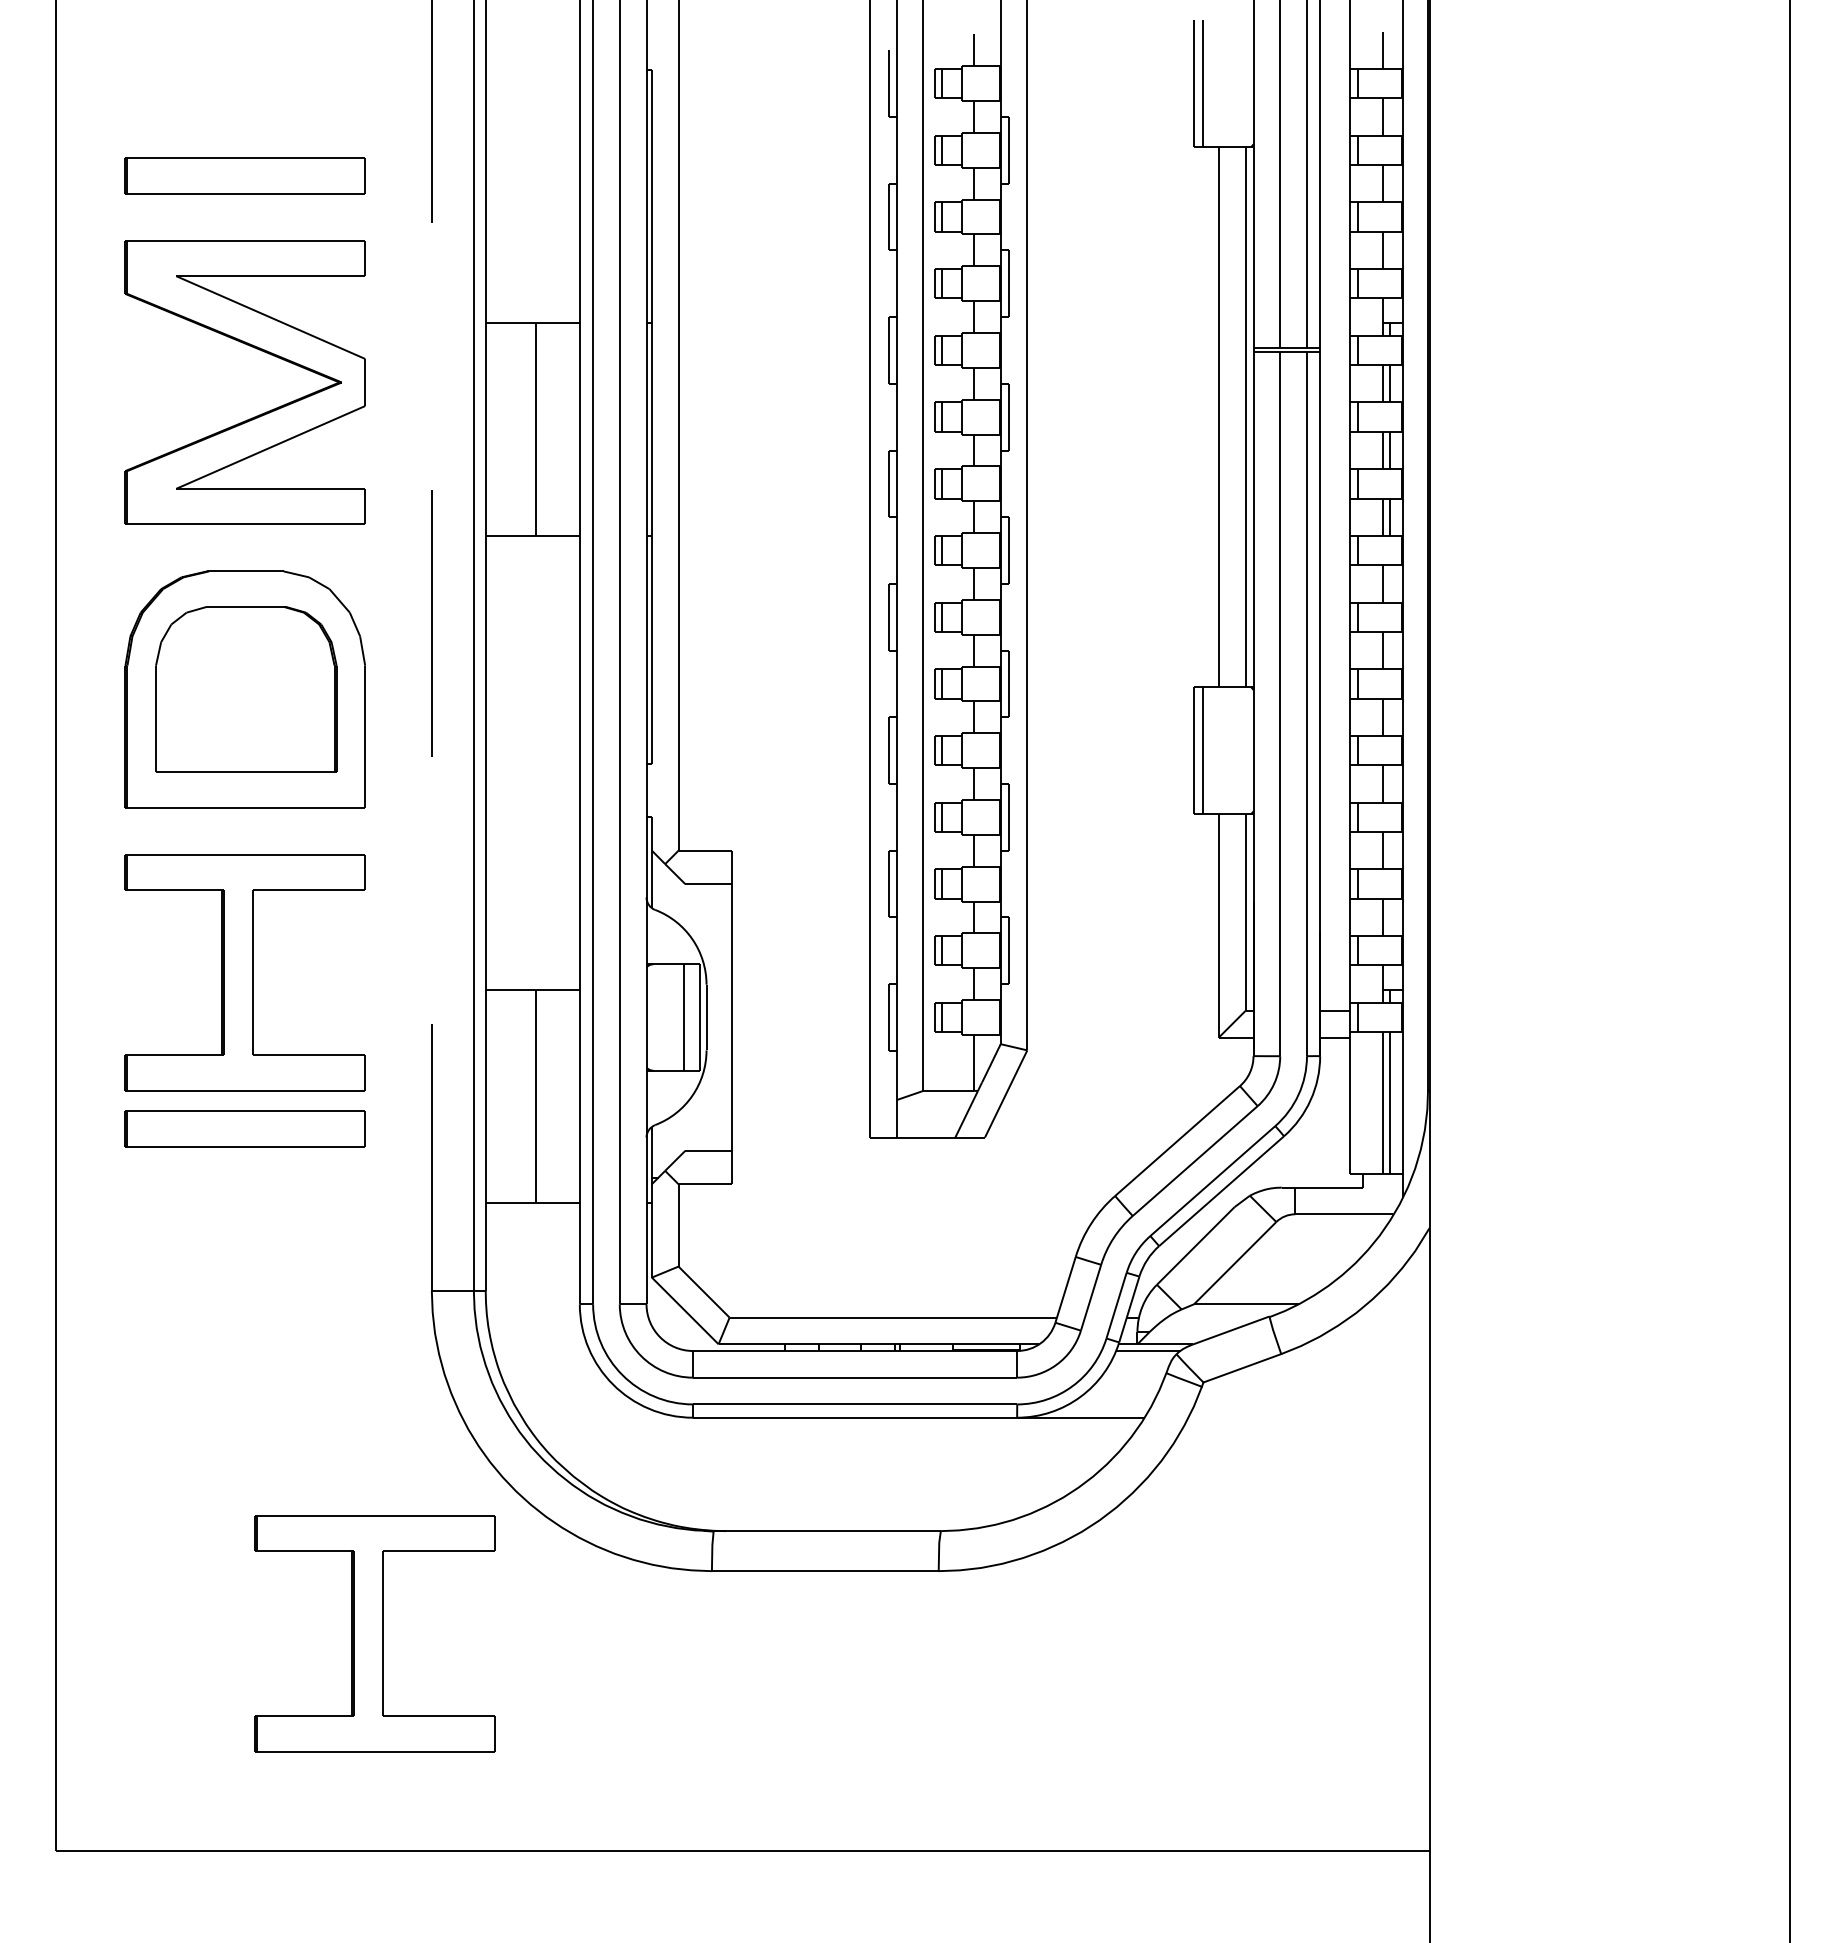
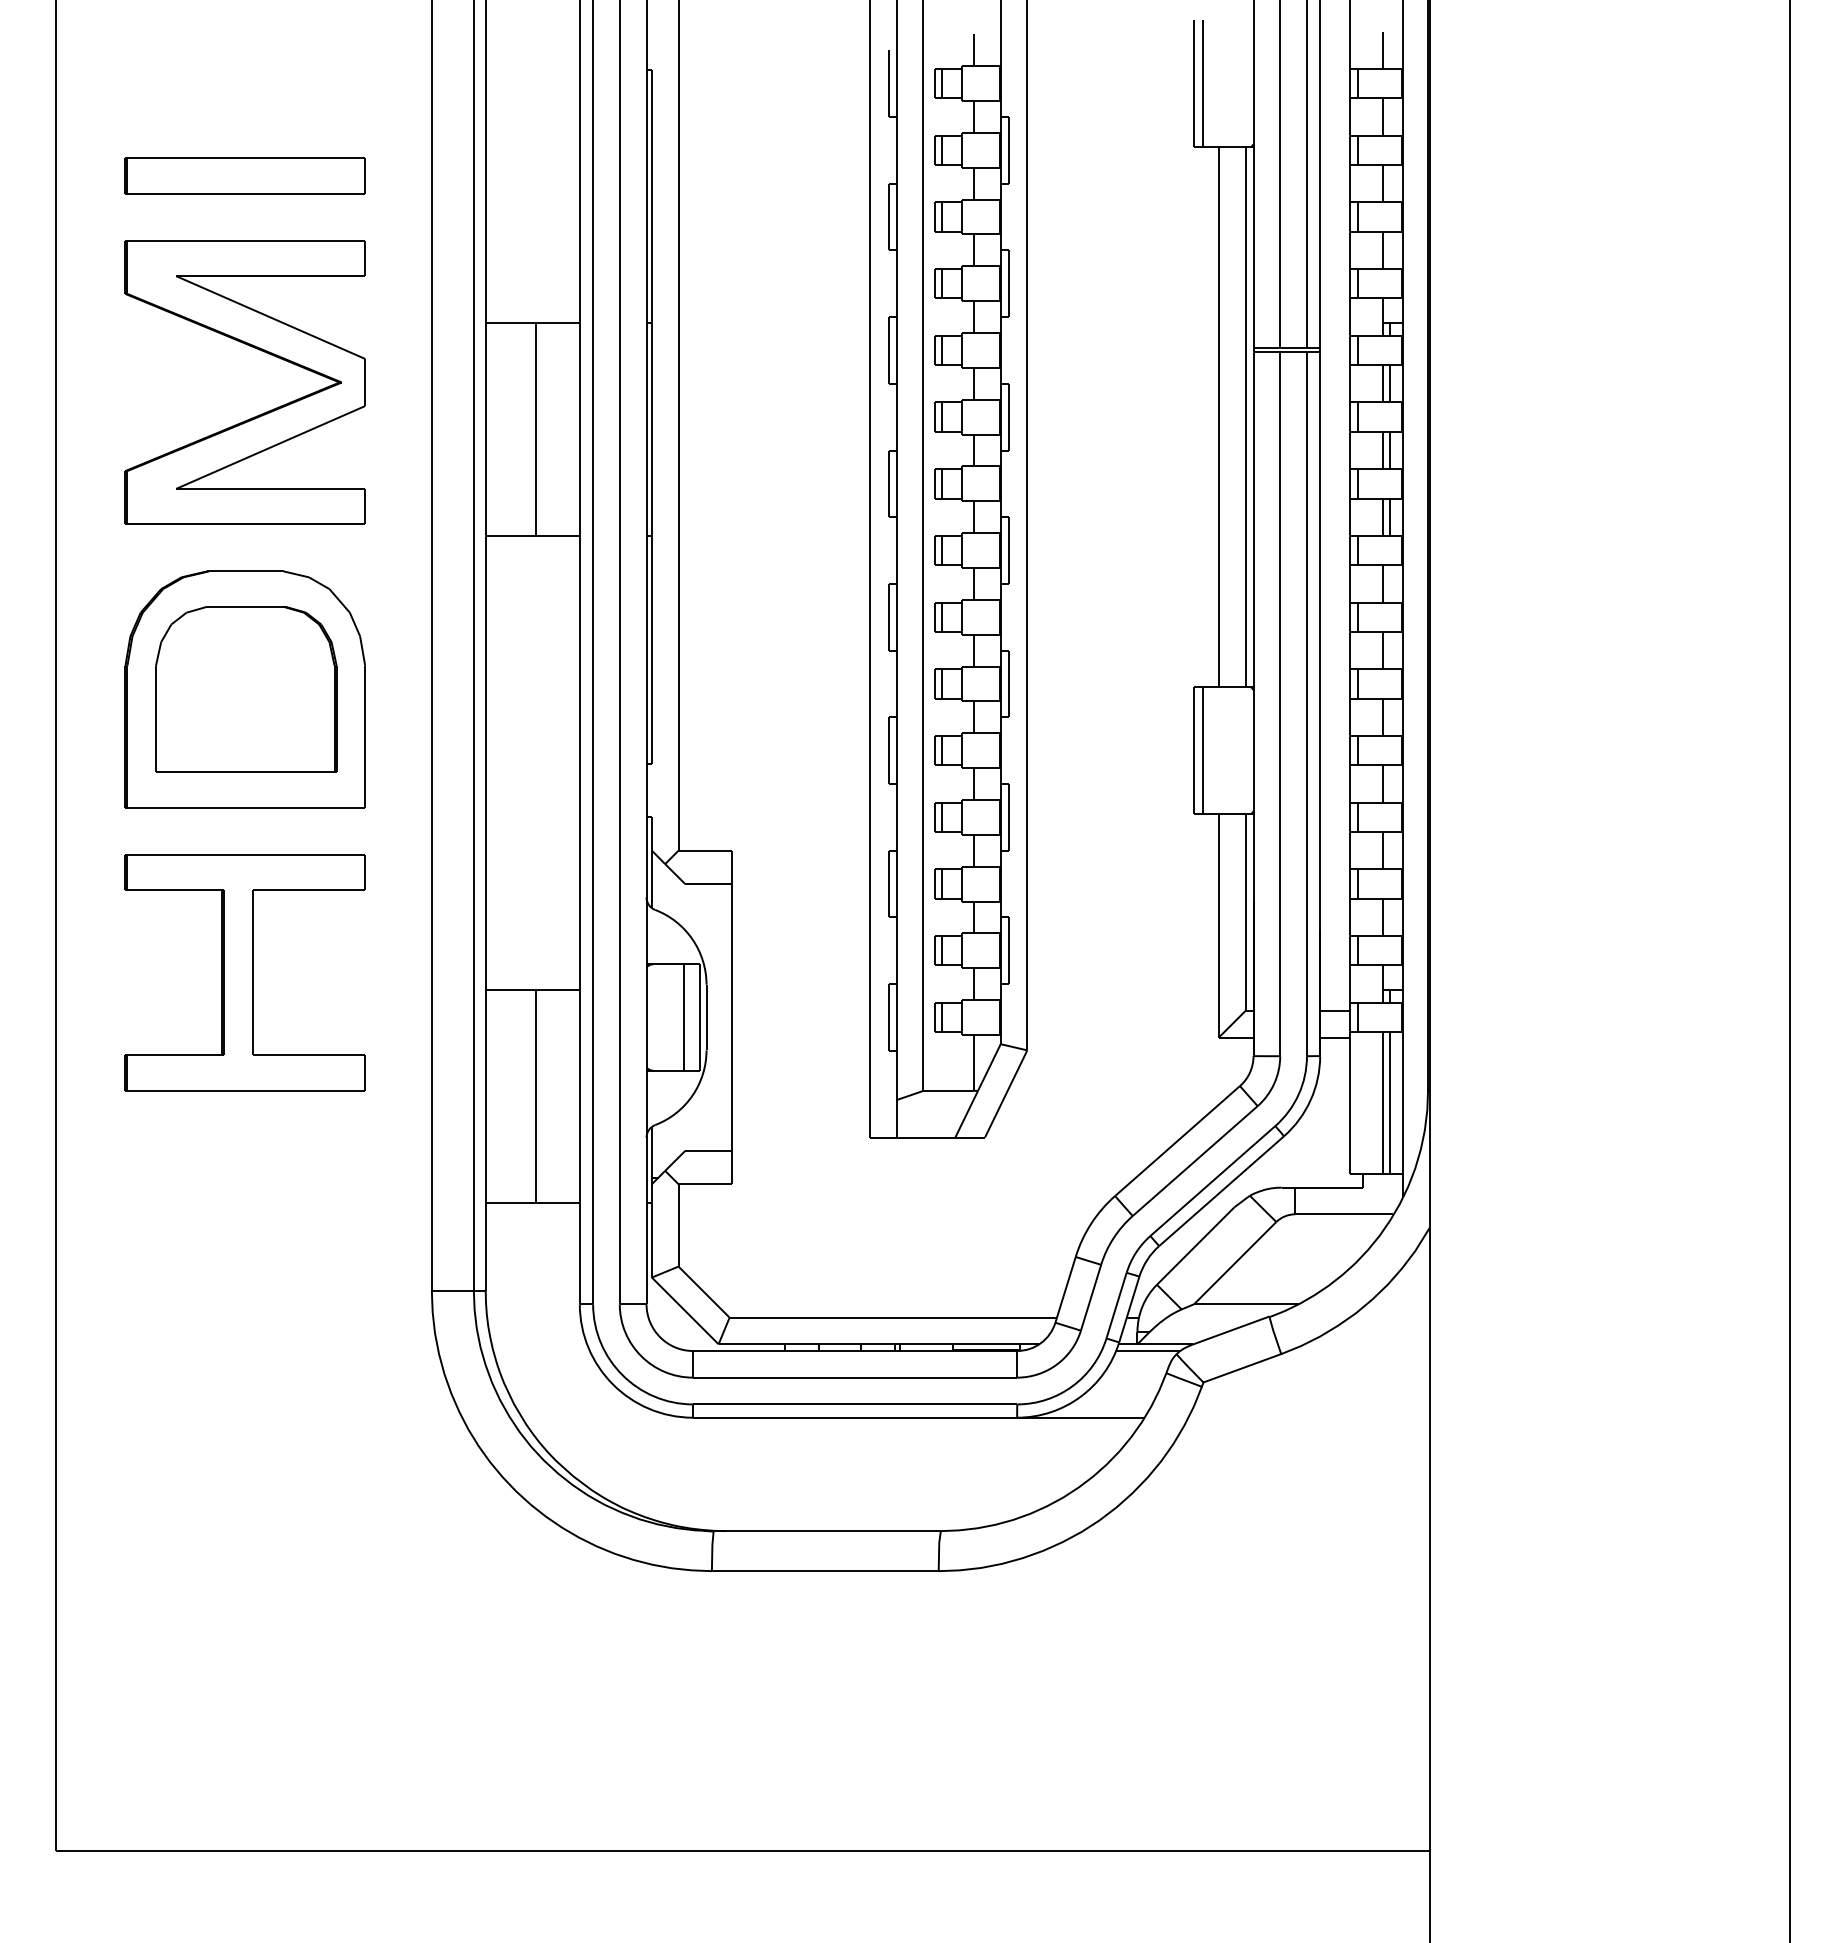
line at (431, 645): dashed -> solid
part at (244, 1128): present -> none
part at (374, 1633): present -> none
